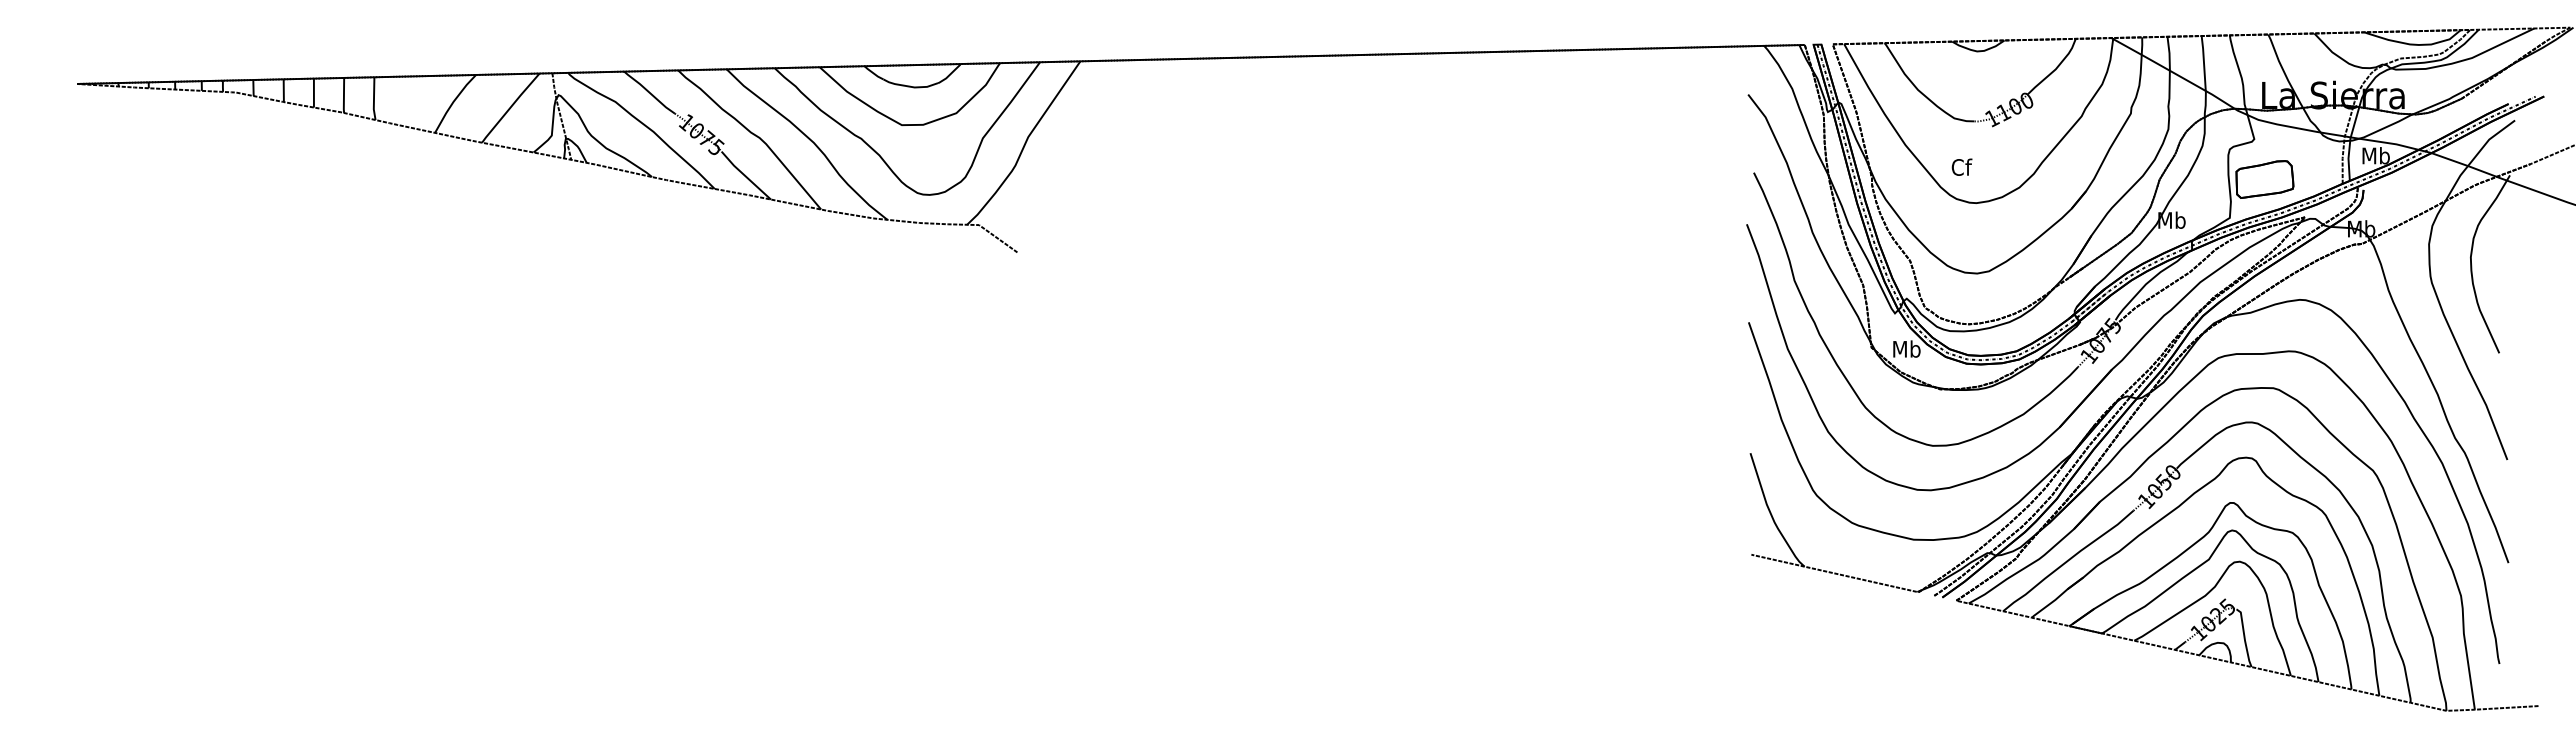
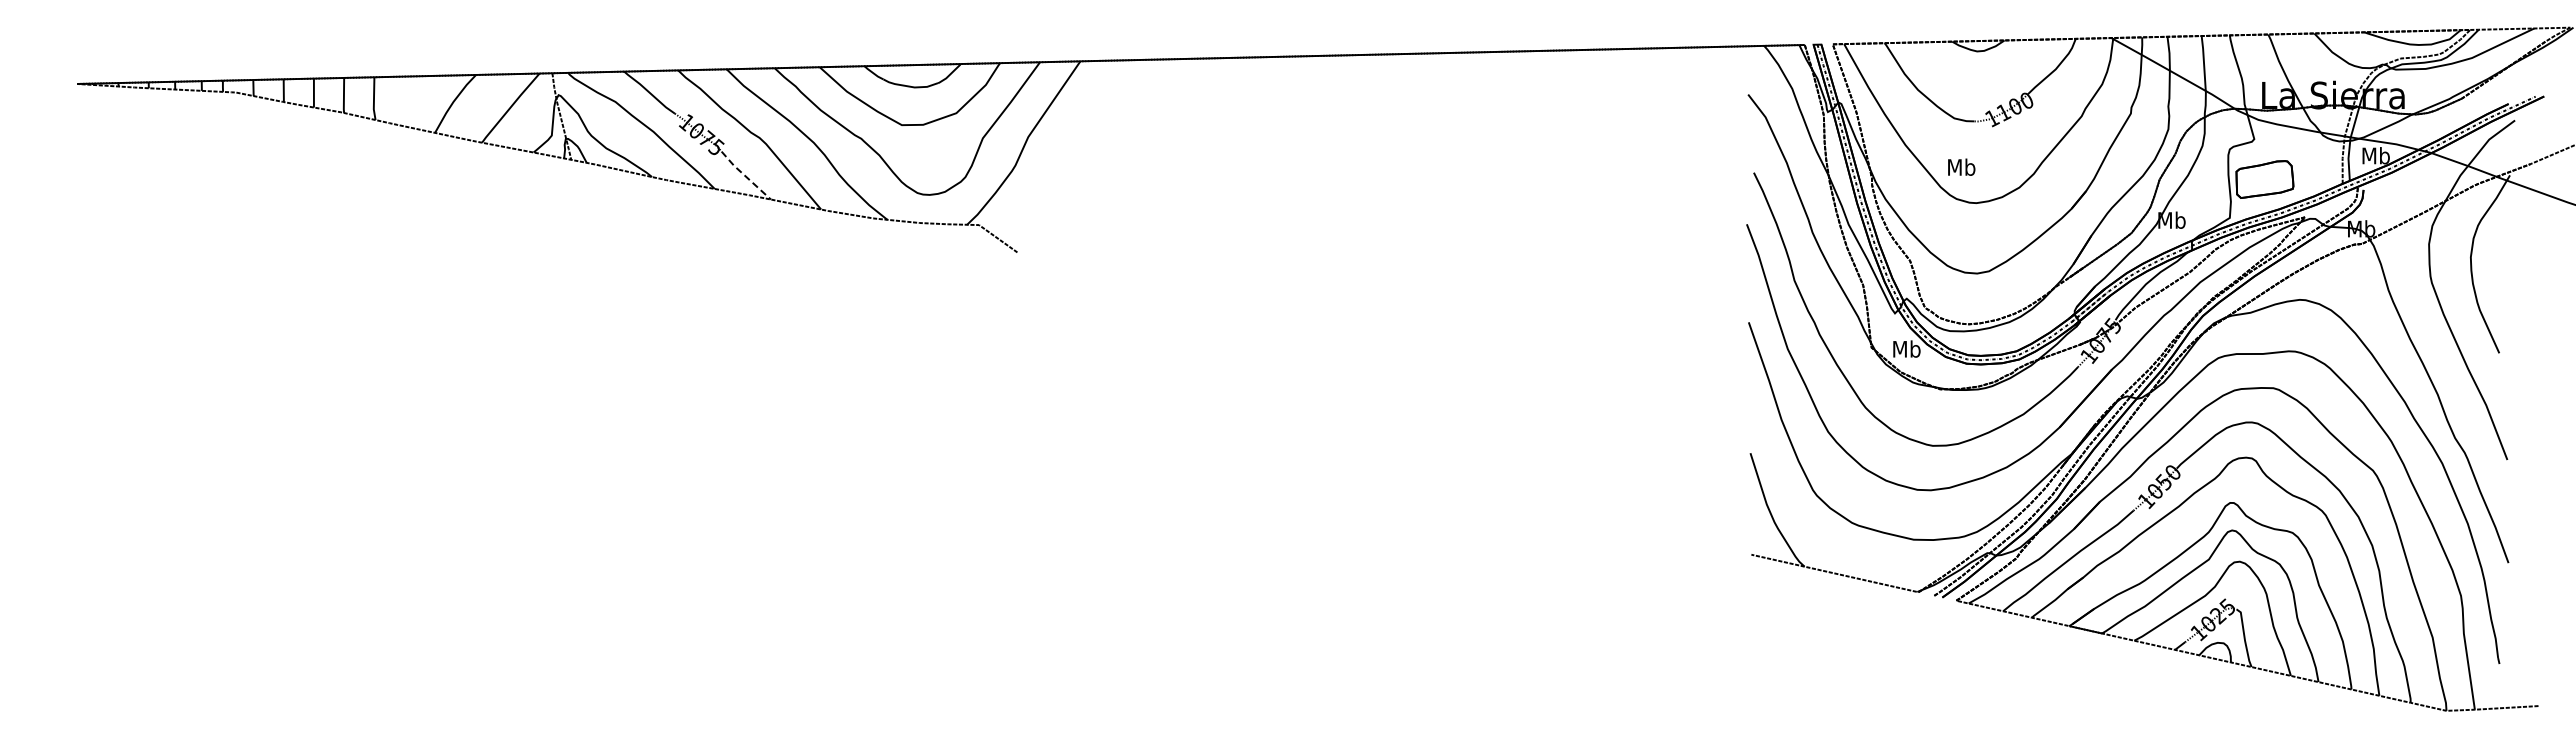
text at (1961, 166): Cf -> Mb
line at (745, 176): solid -> dashed
